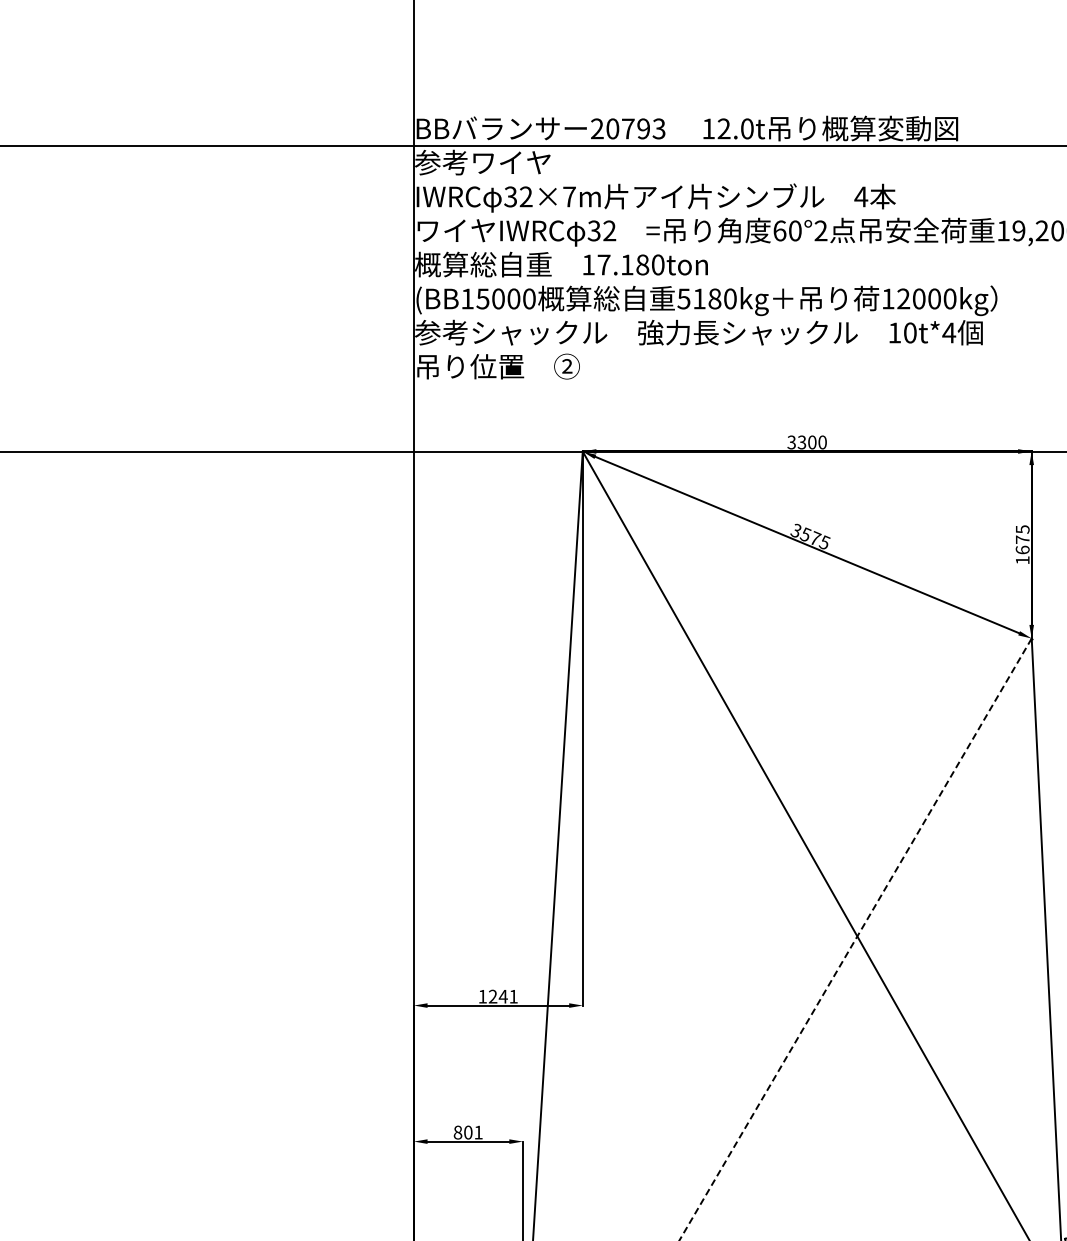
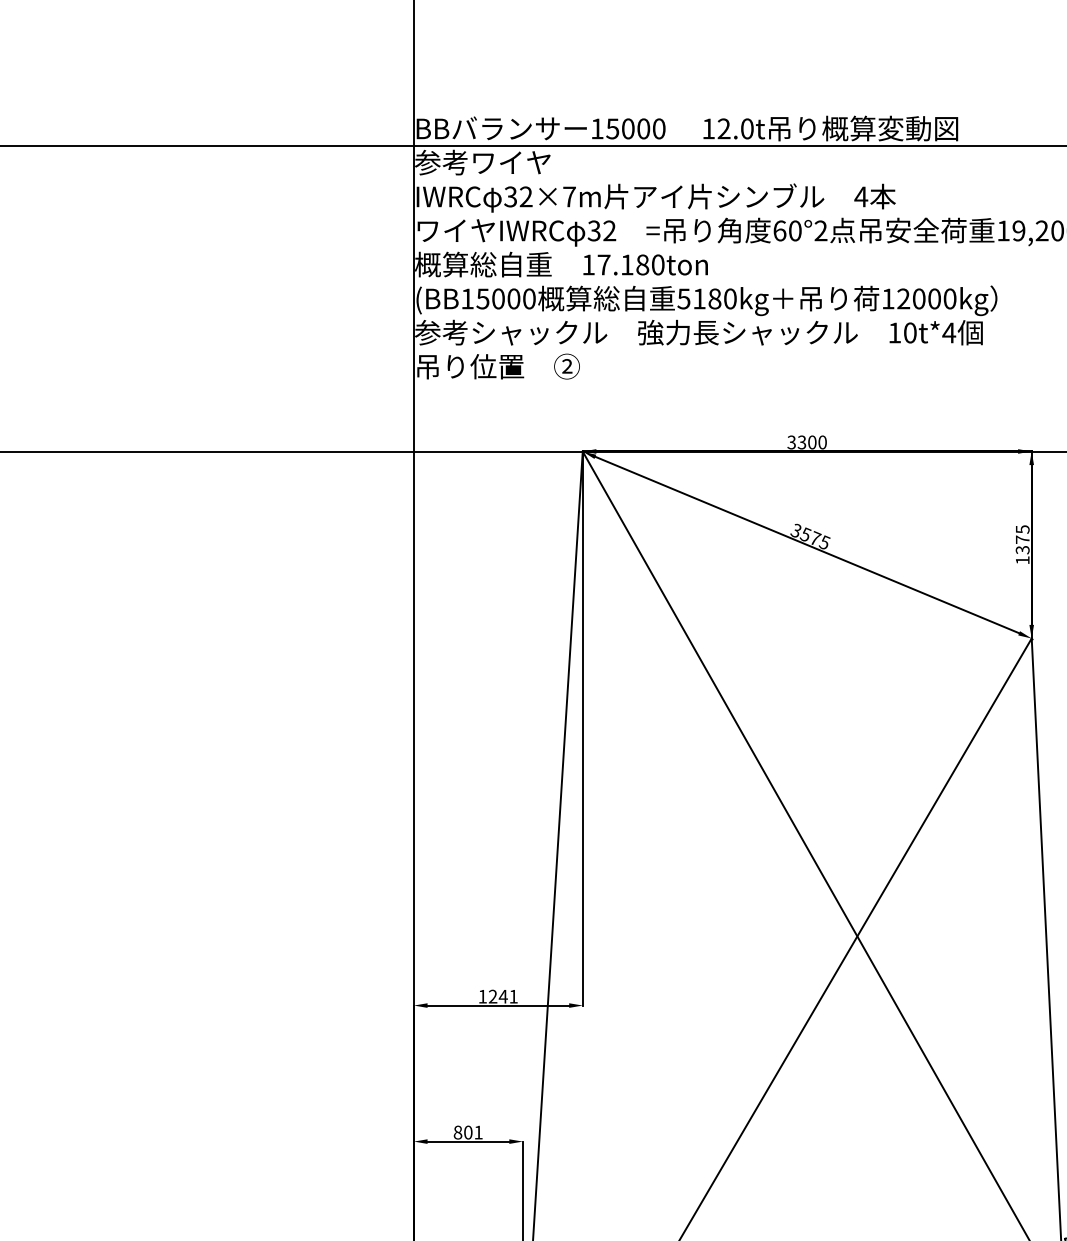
text at (628, 128): 20793 -> 15000
text at (1022, 549): 1675 -> 1375
line at (855, 939): dashed -> solid
